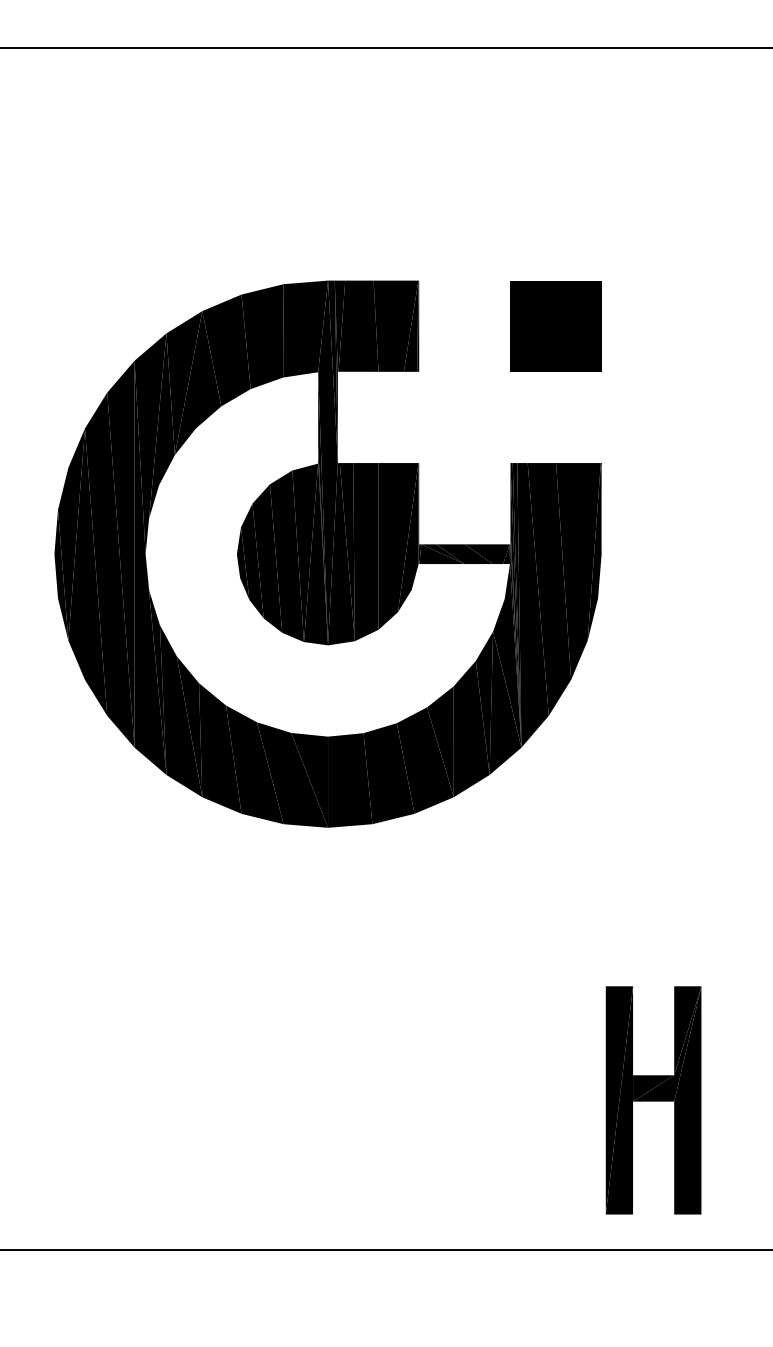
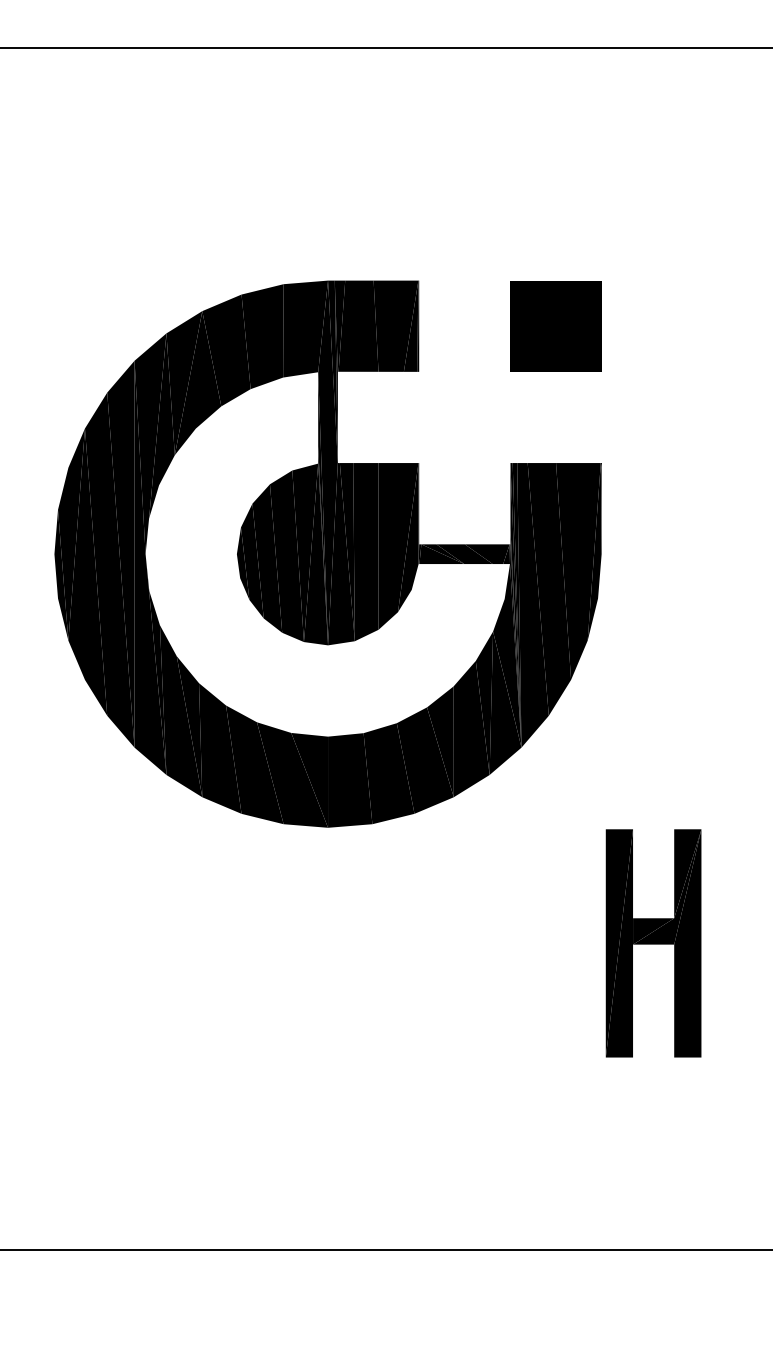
part at (653, 1100) position: (653, 1100) -> (653, 943)
